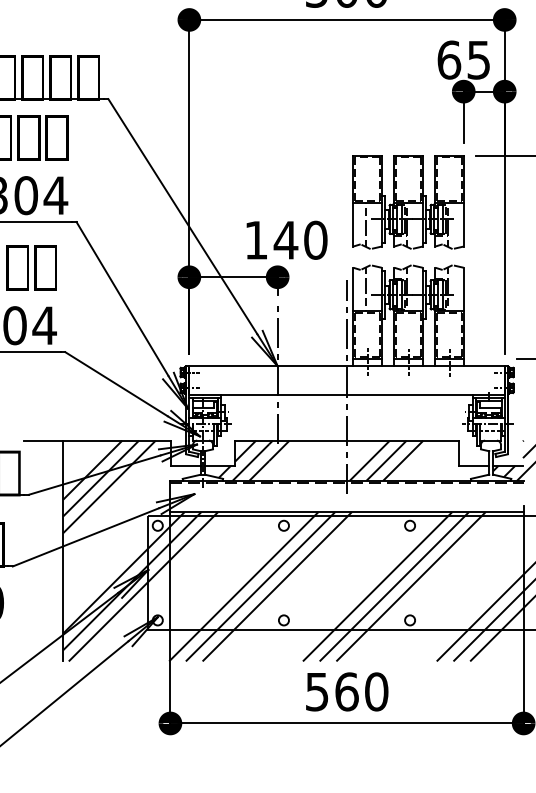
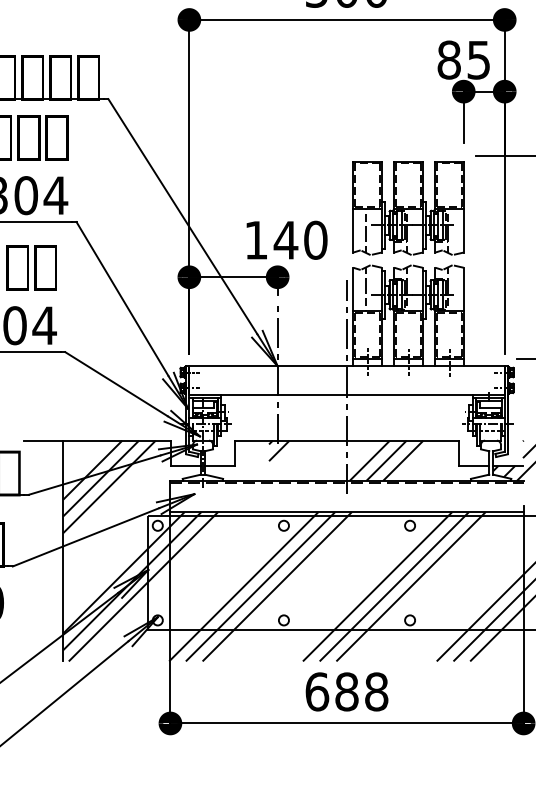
text at (449, 59): 65 -> 85
part at (408, 202) position: (408, 202) -> (408, 208)
hatch at (243, 460): present -> none
text at (346, 691): 560 -> 688
